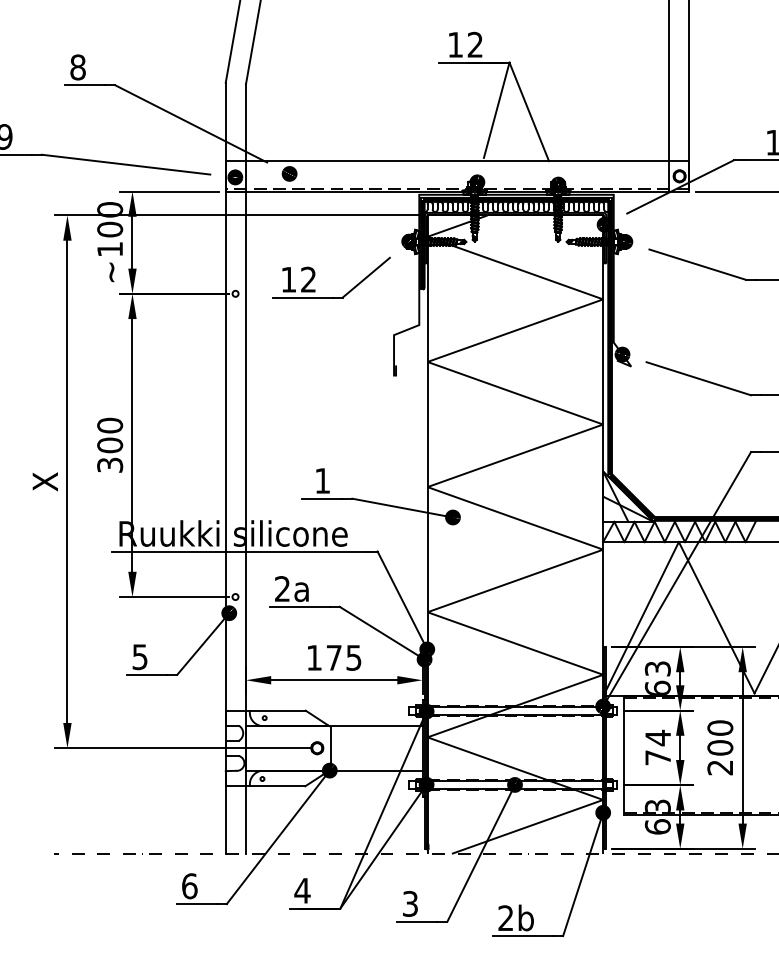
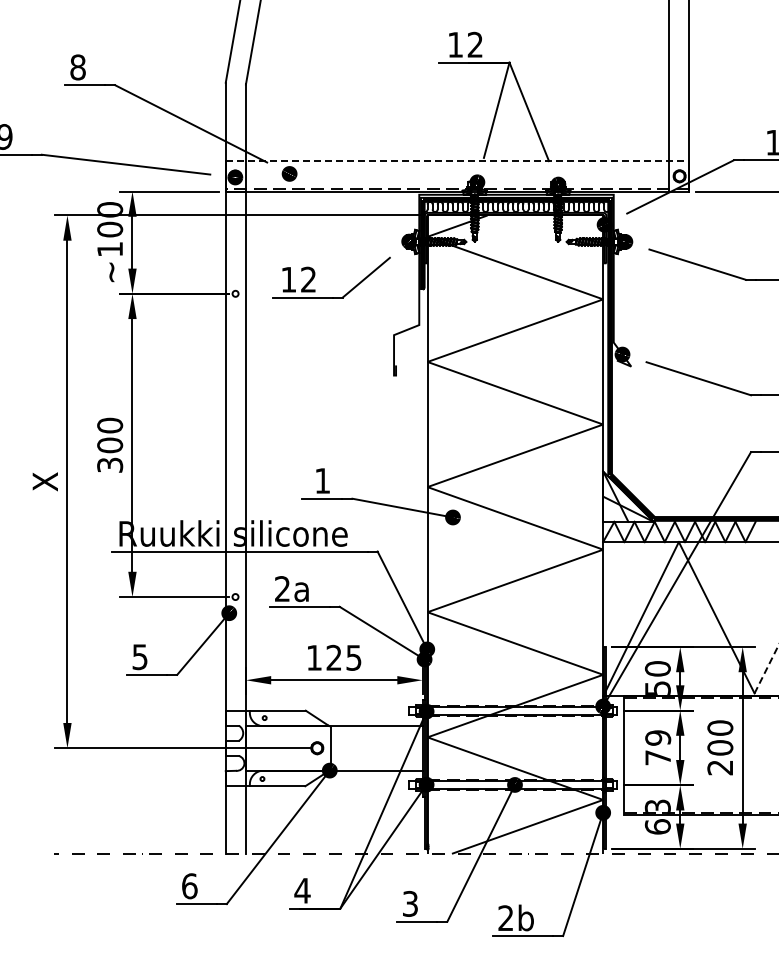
line at (457, 161): solid -> dashed
text at (333, 657): 175 -> 125
line at (766, 669): solid -> dashed
text at (657, 677): 63 -> 50
text at (658, 737): 74 -> 79
